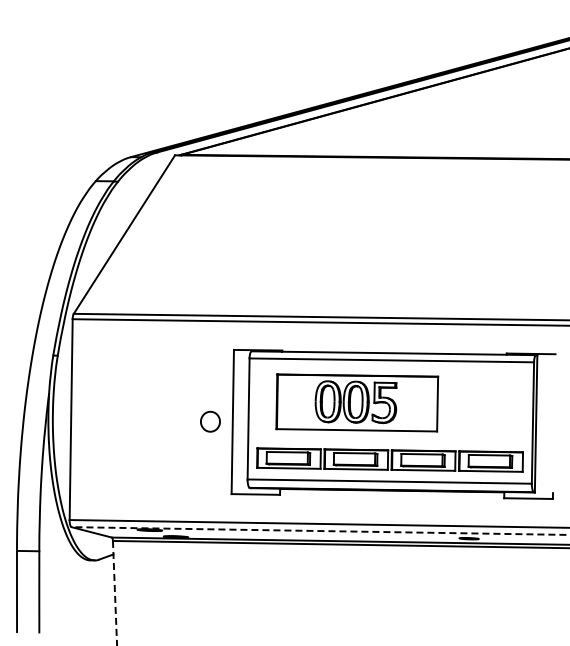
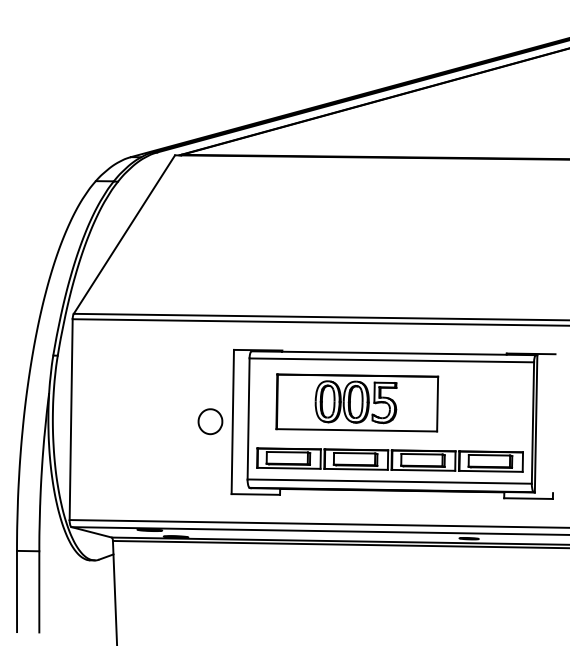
part at (210, 421) size: 21x23 px -> 27x28 px
line at (320, 531): dashed -> solid
line at (115, 593): dashed -> solid
